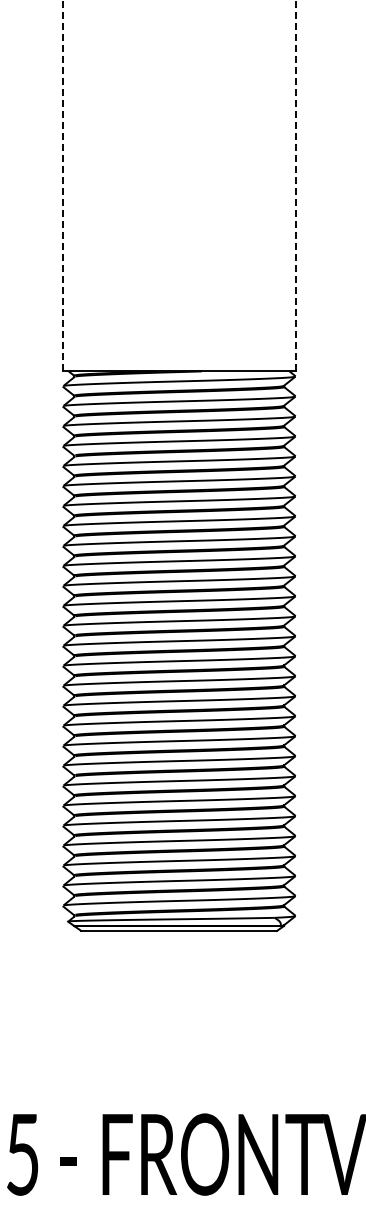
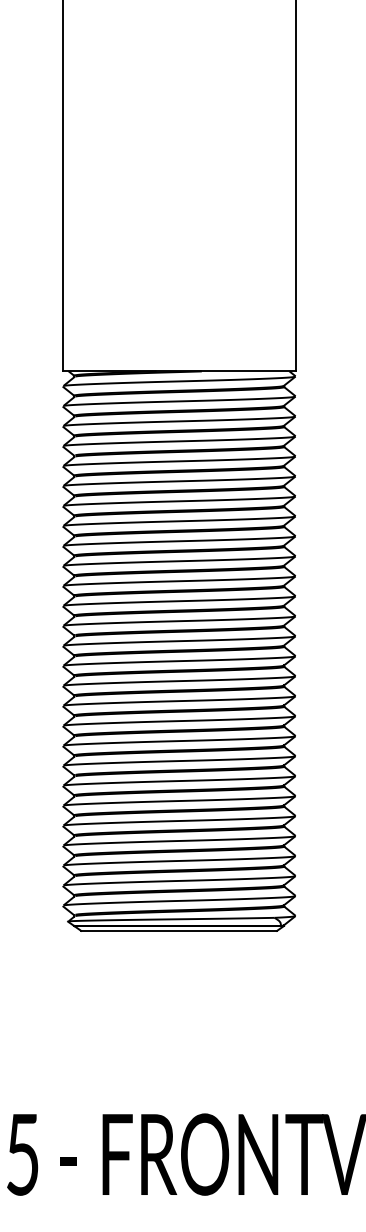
line at (295, 185): dashed -> solid
line at (62, 186): dashed -> solid
